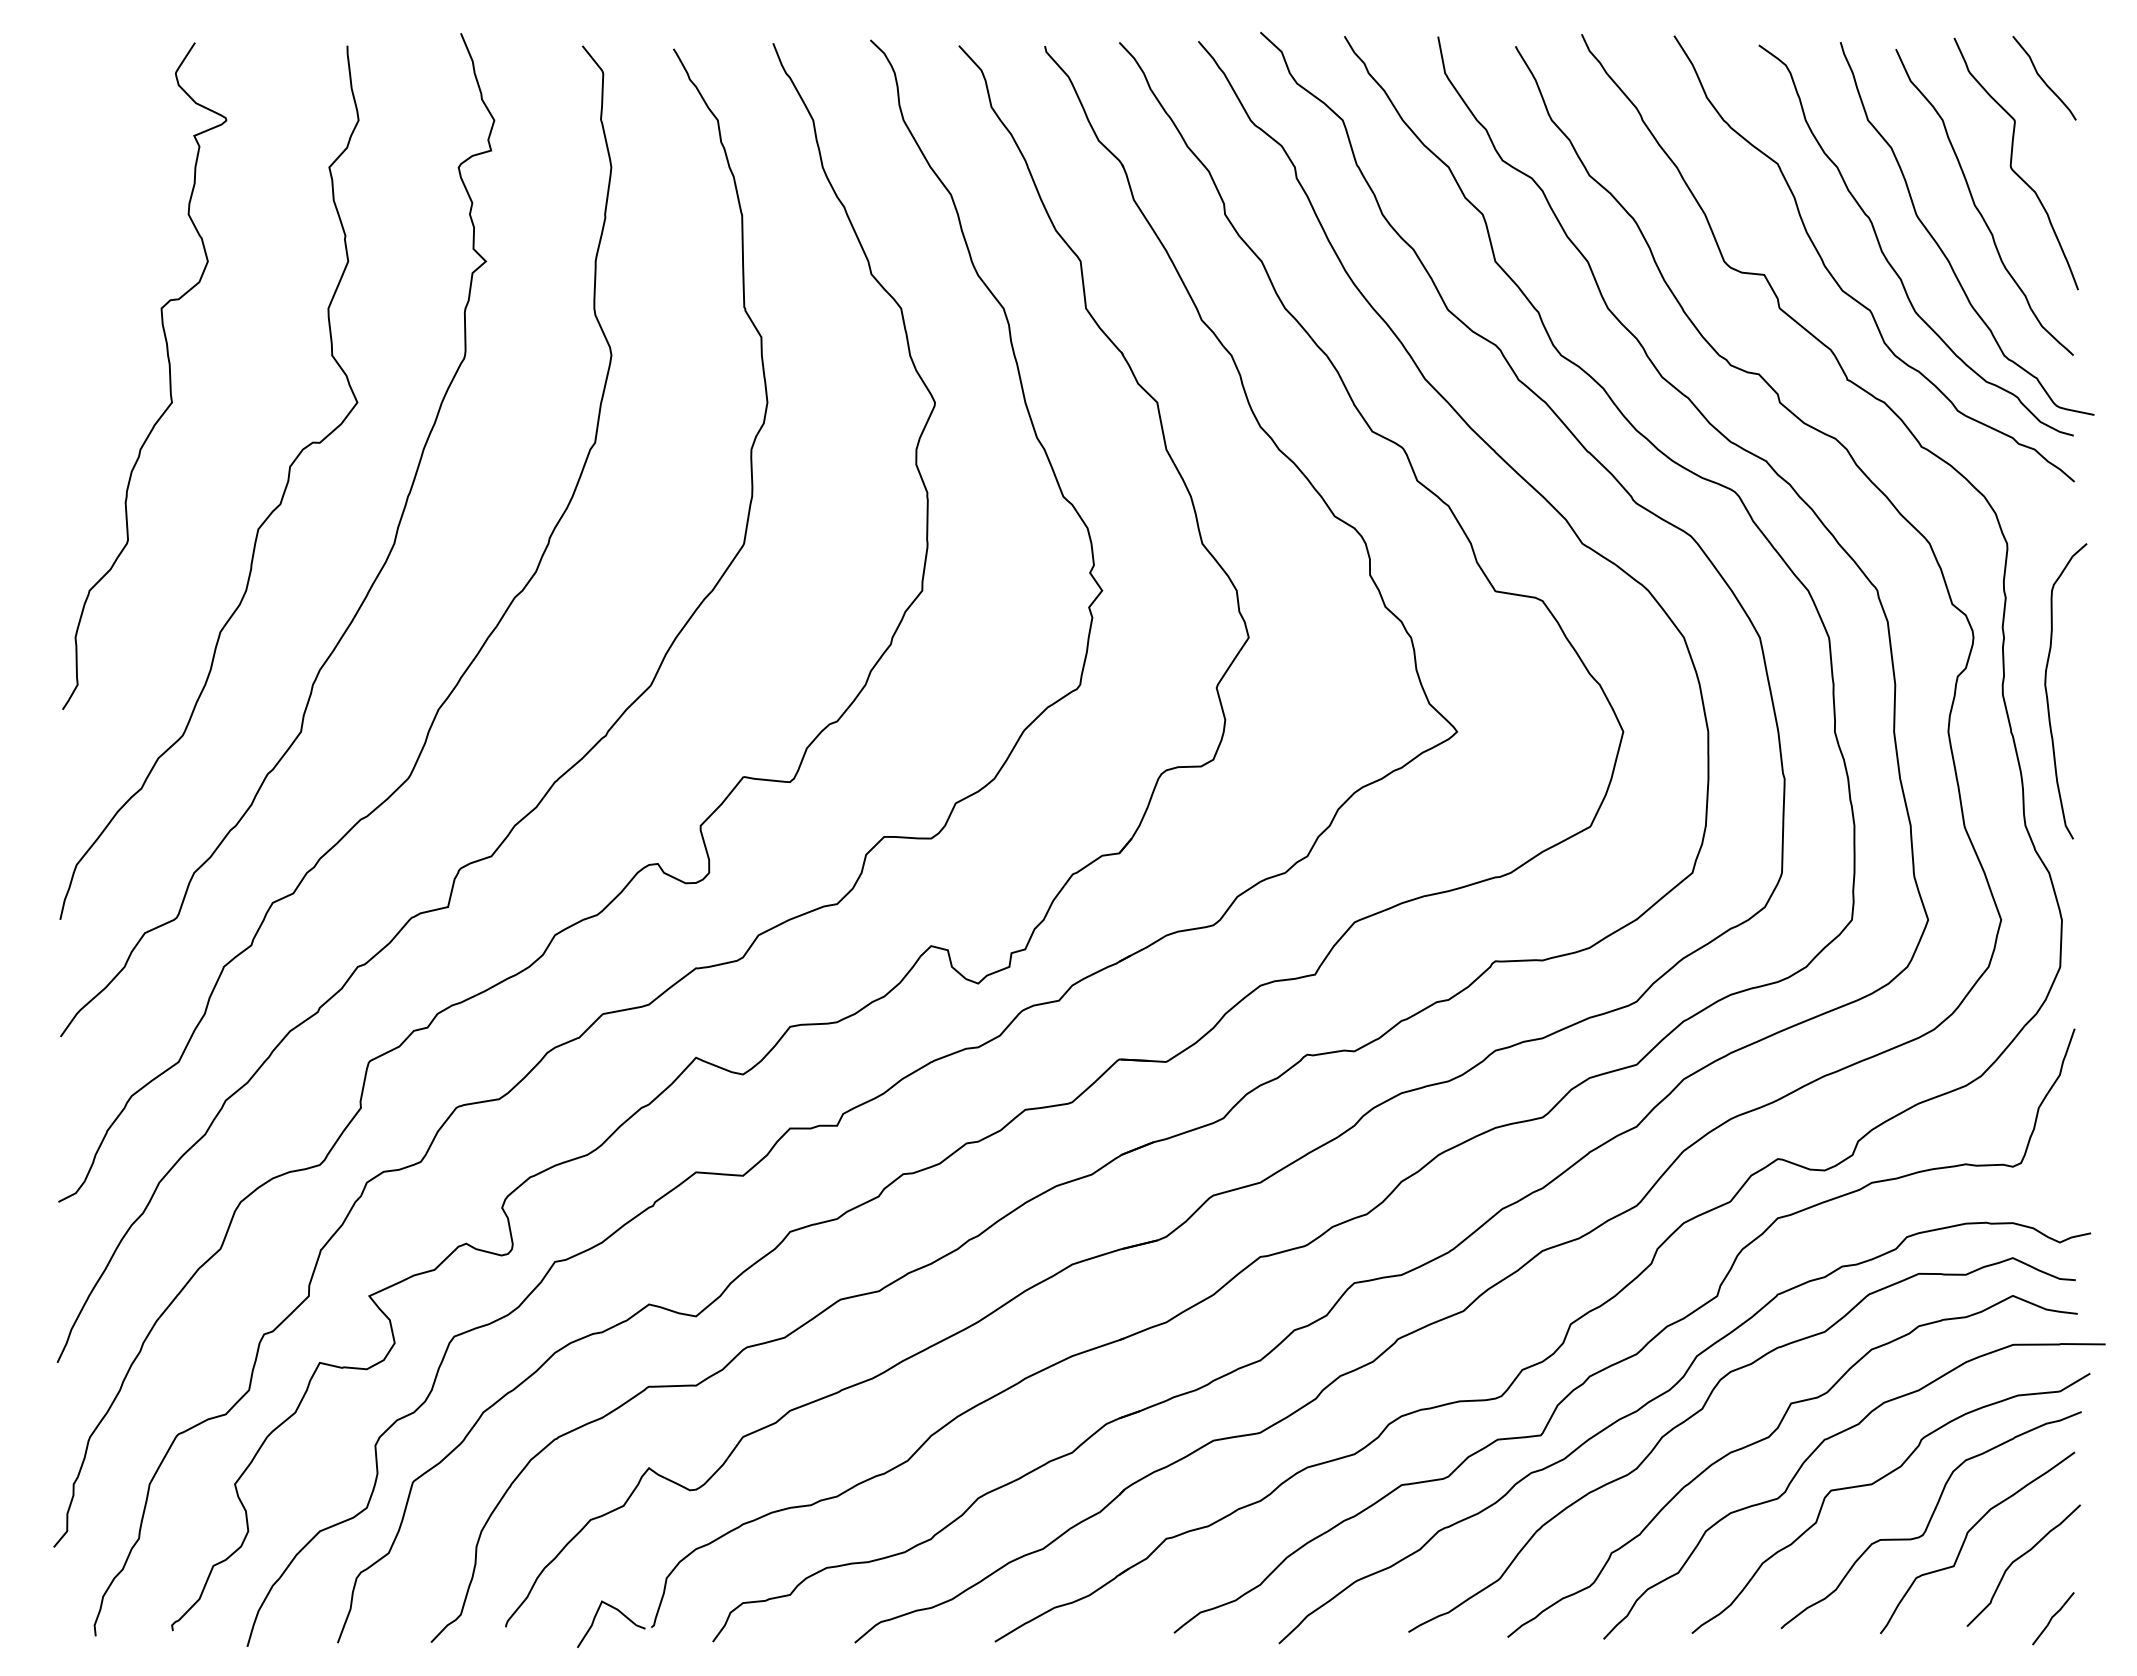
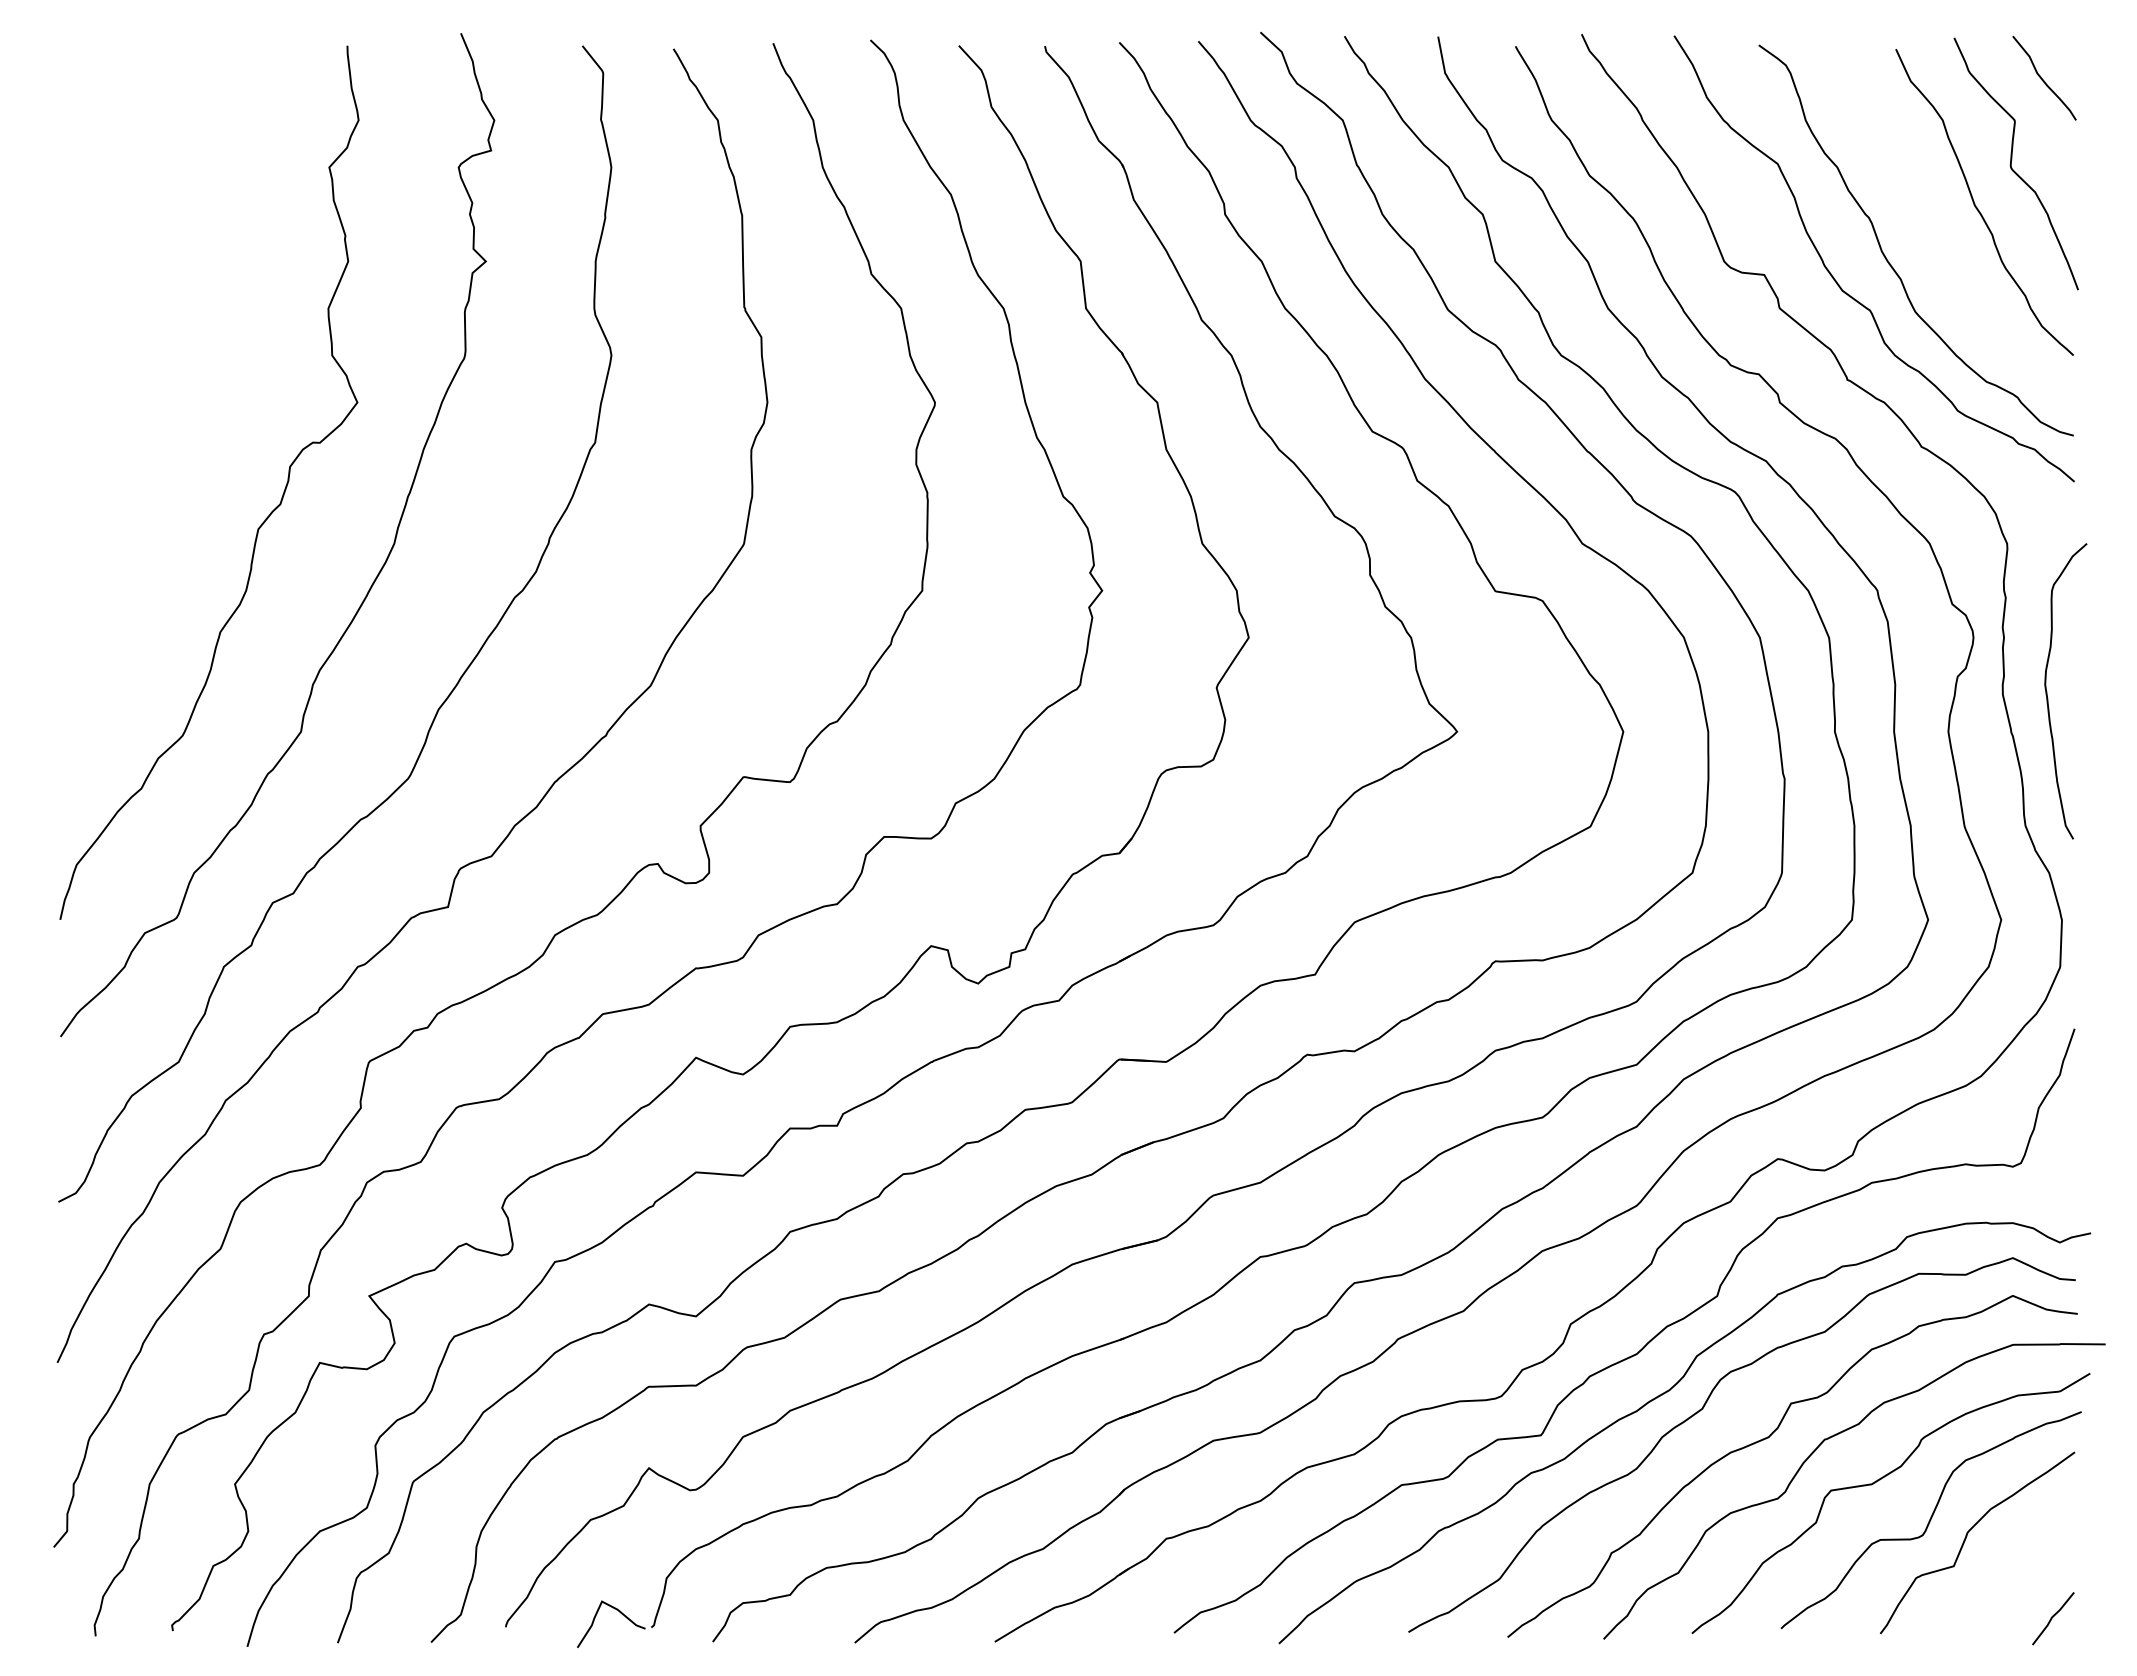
curve at (1939, 245): present -> none
curve at (169, 375): present -> none
curve at (2018, 1559): present -> none
